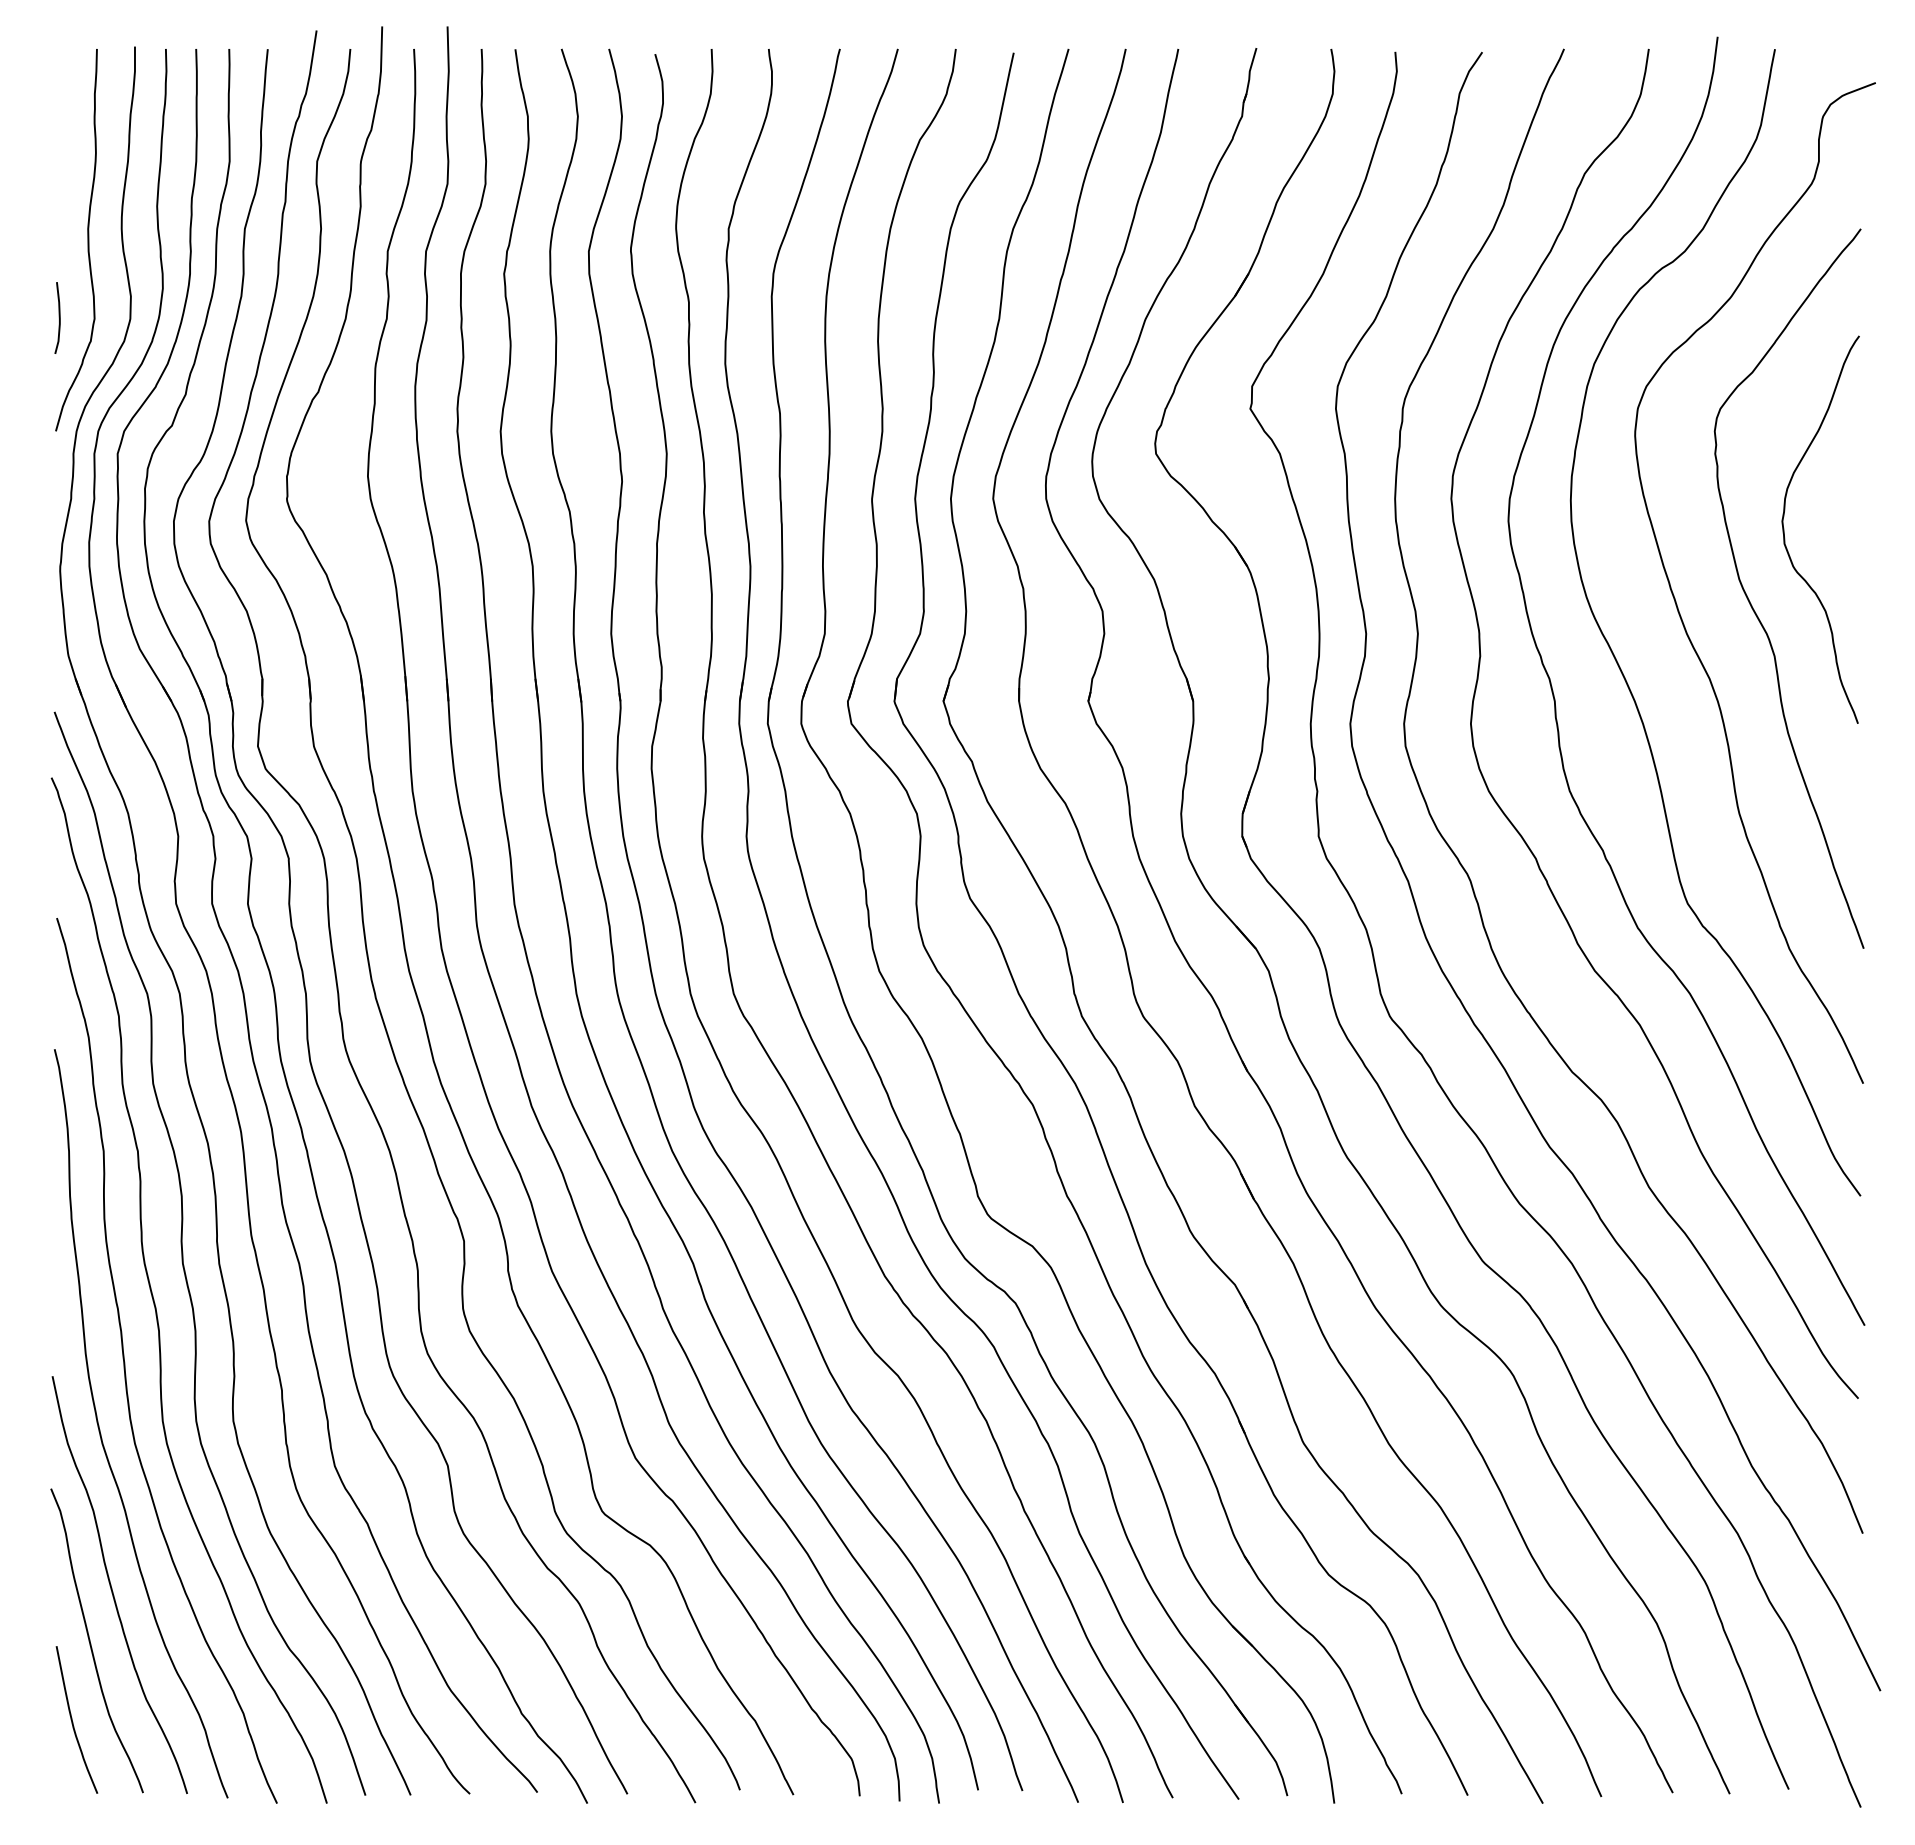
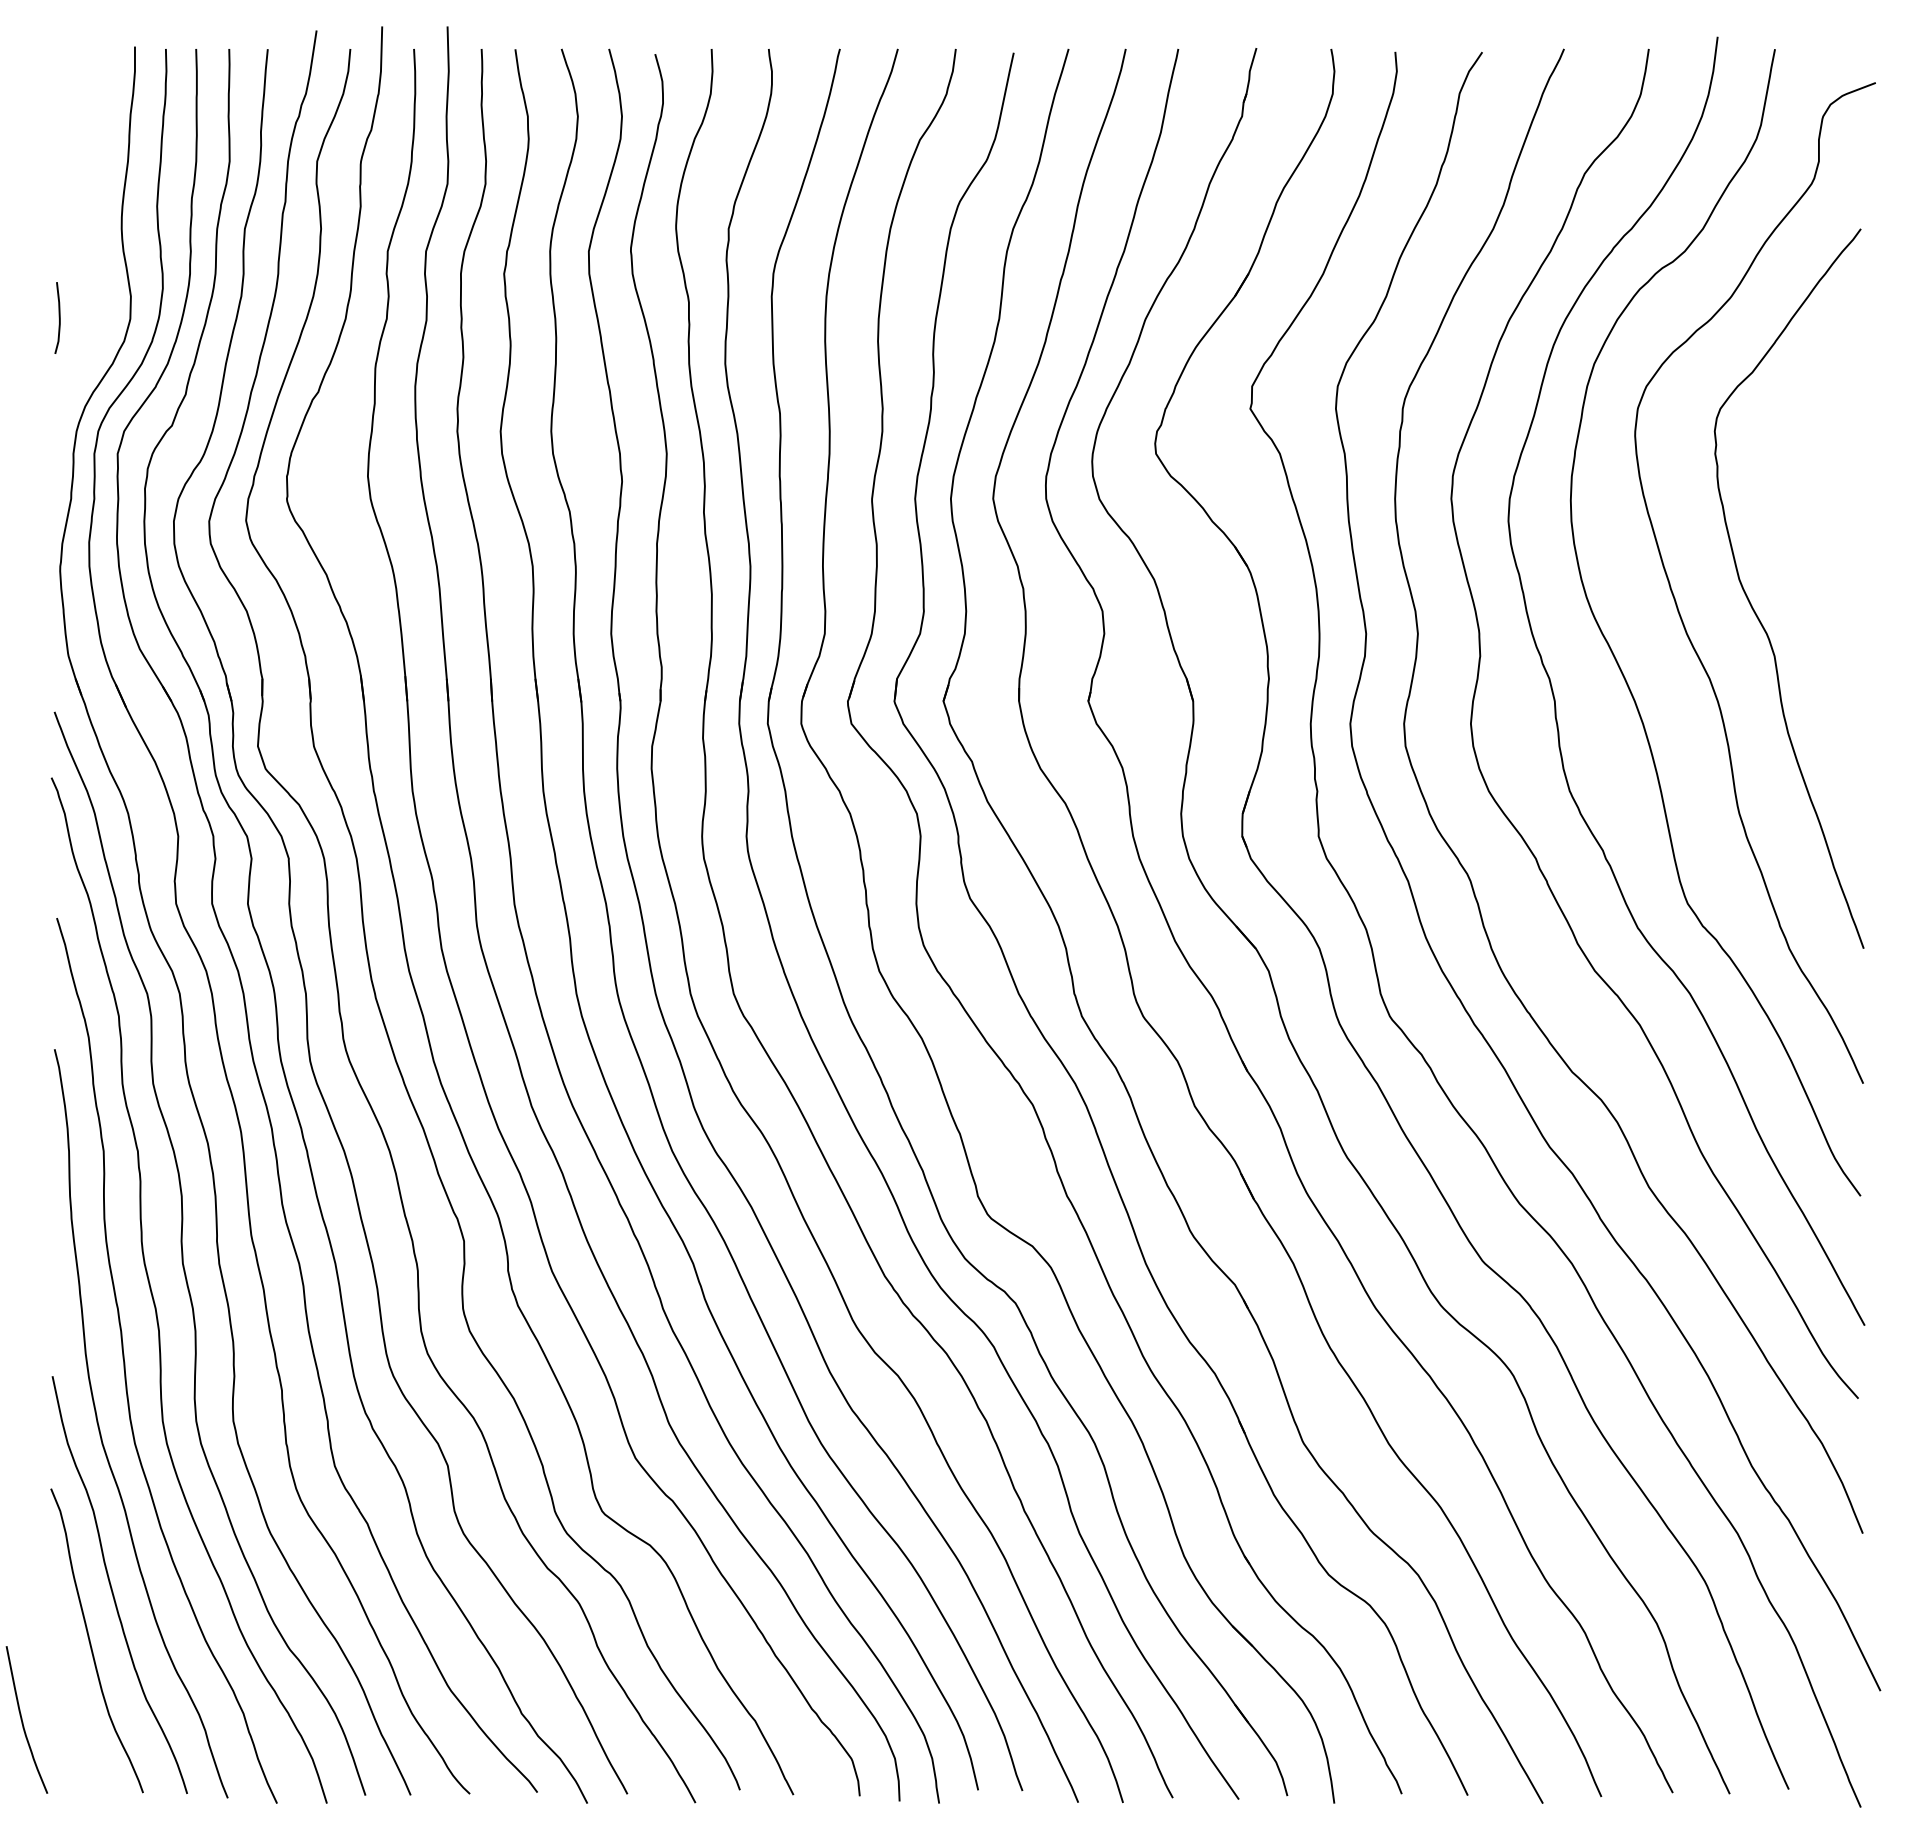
curve at (87, 240): present -> none
curve at (1784, 529): present -> none
curve at (72, 1719) position: (72, 1719) -> (22, 1719)
